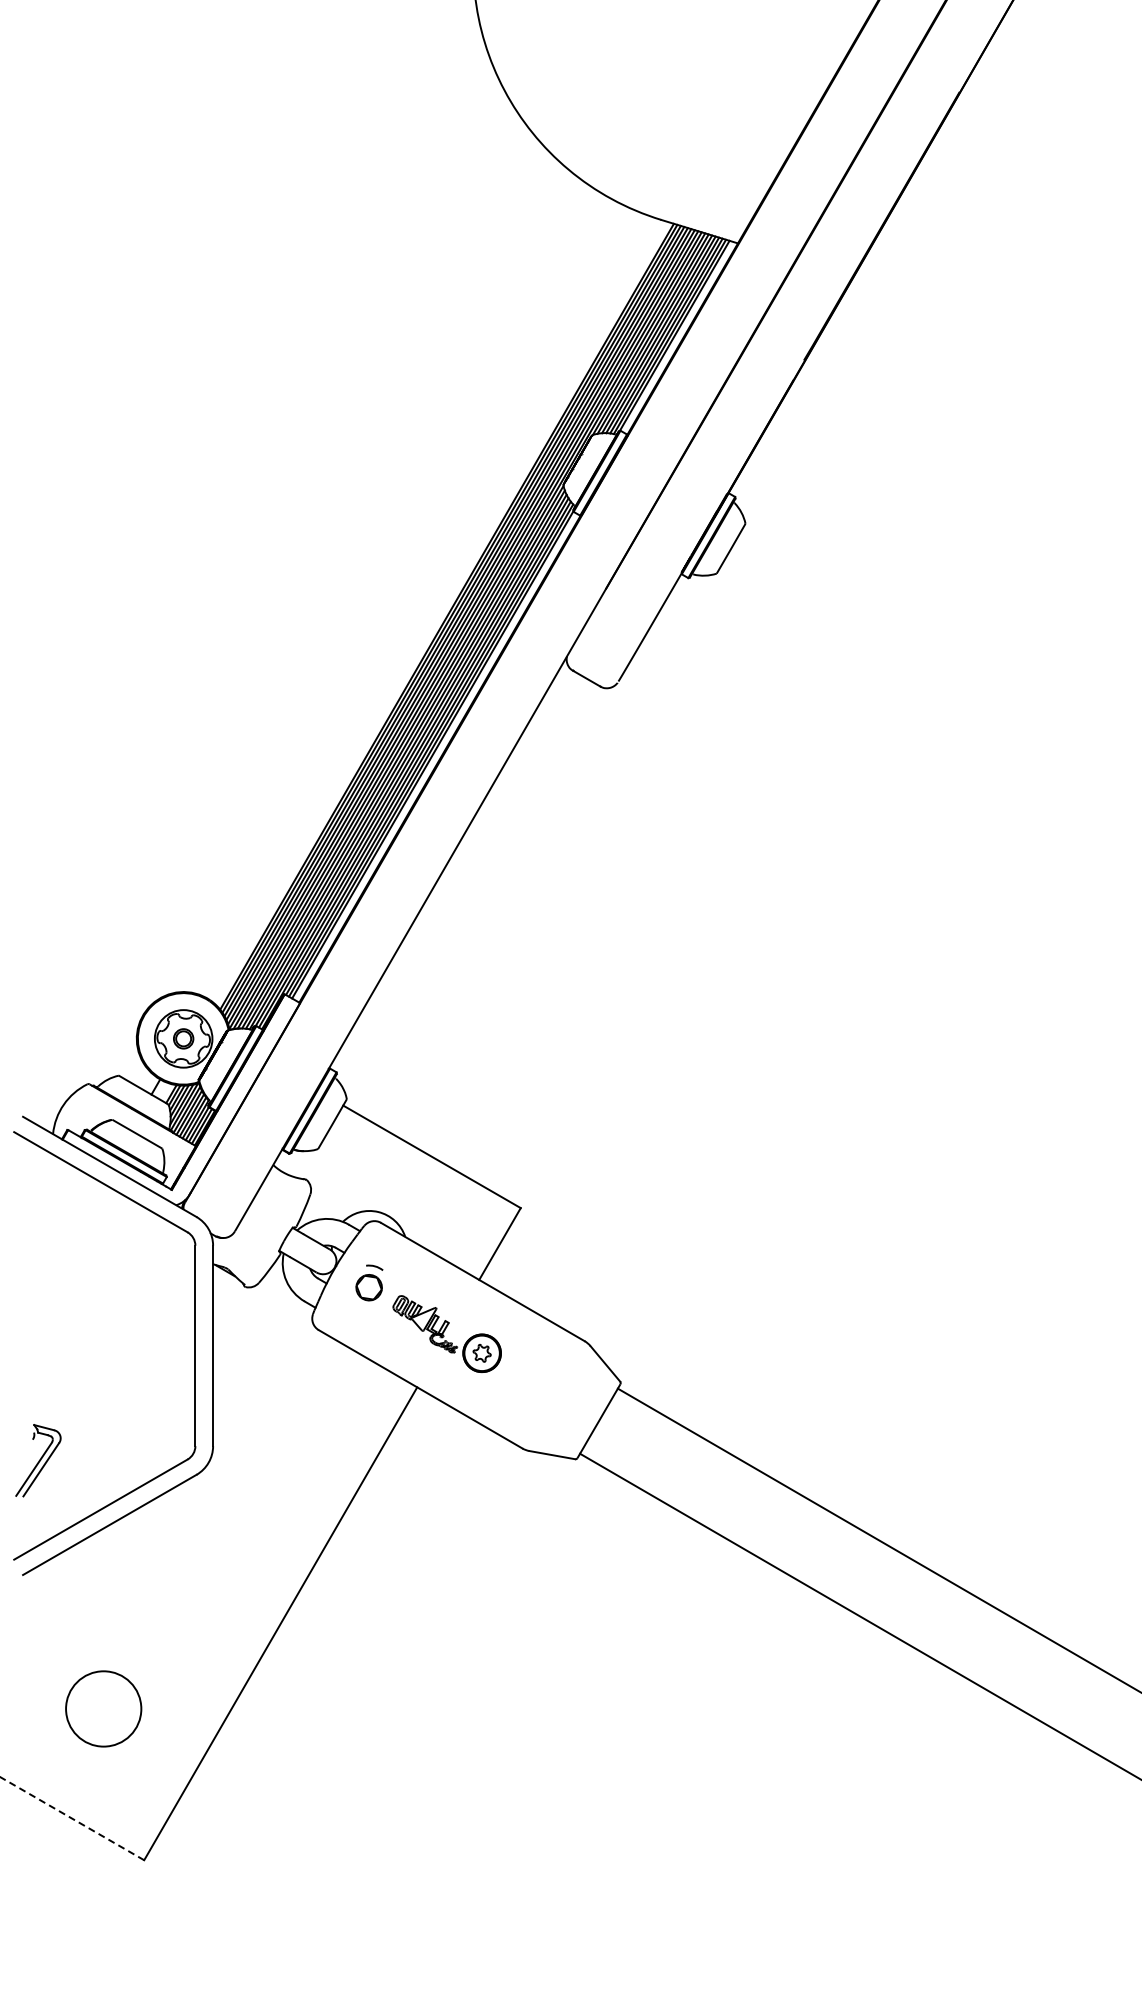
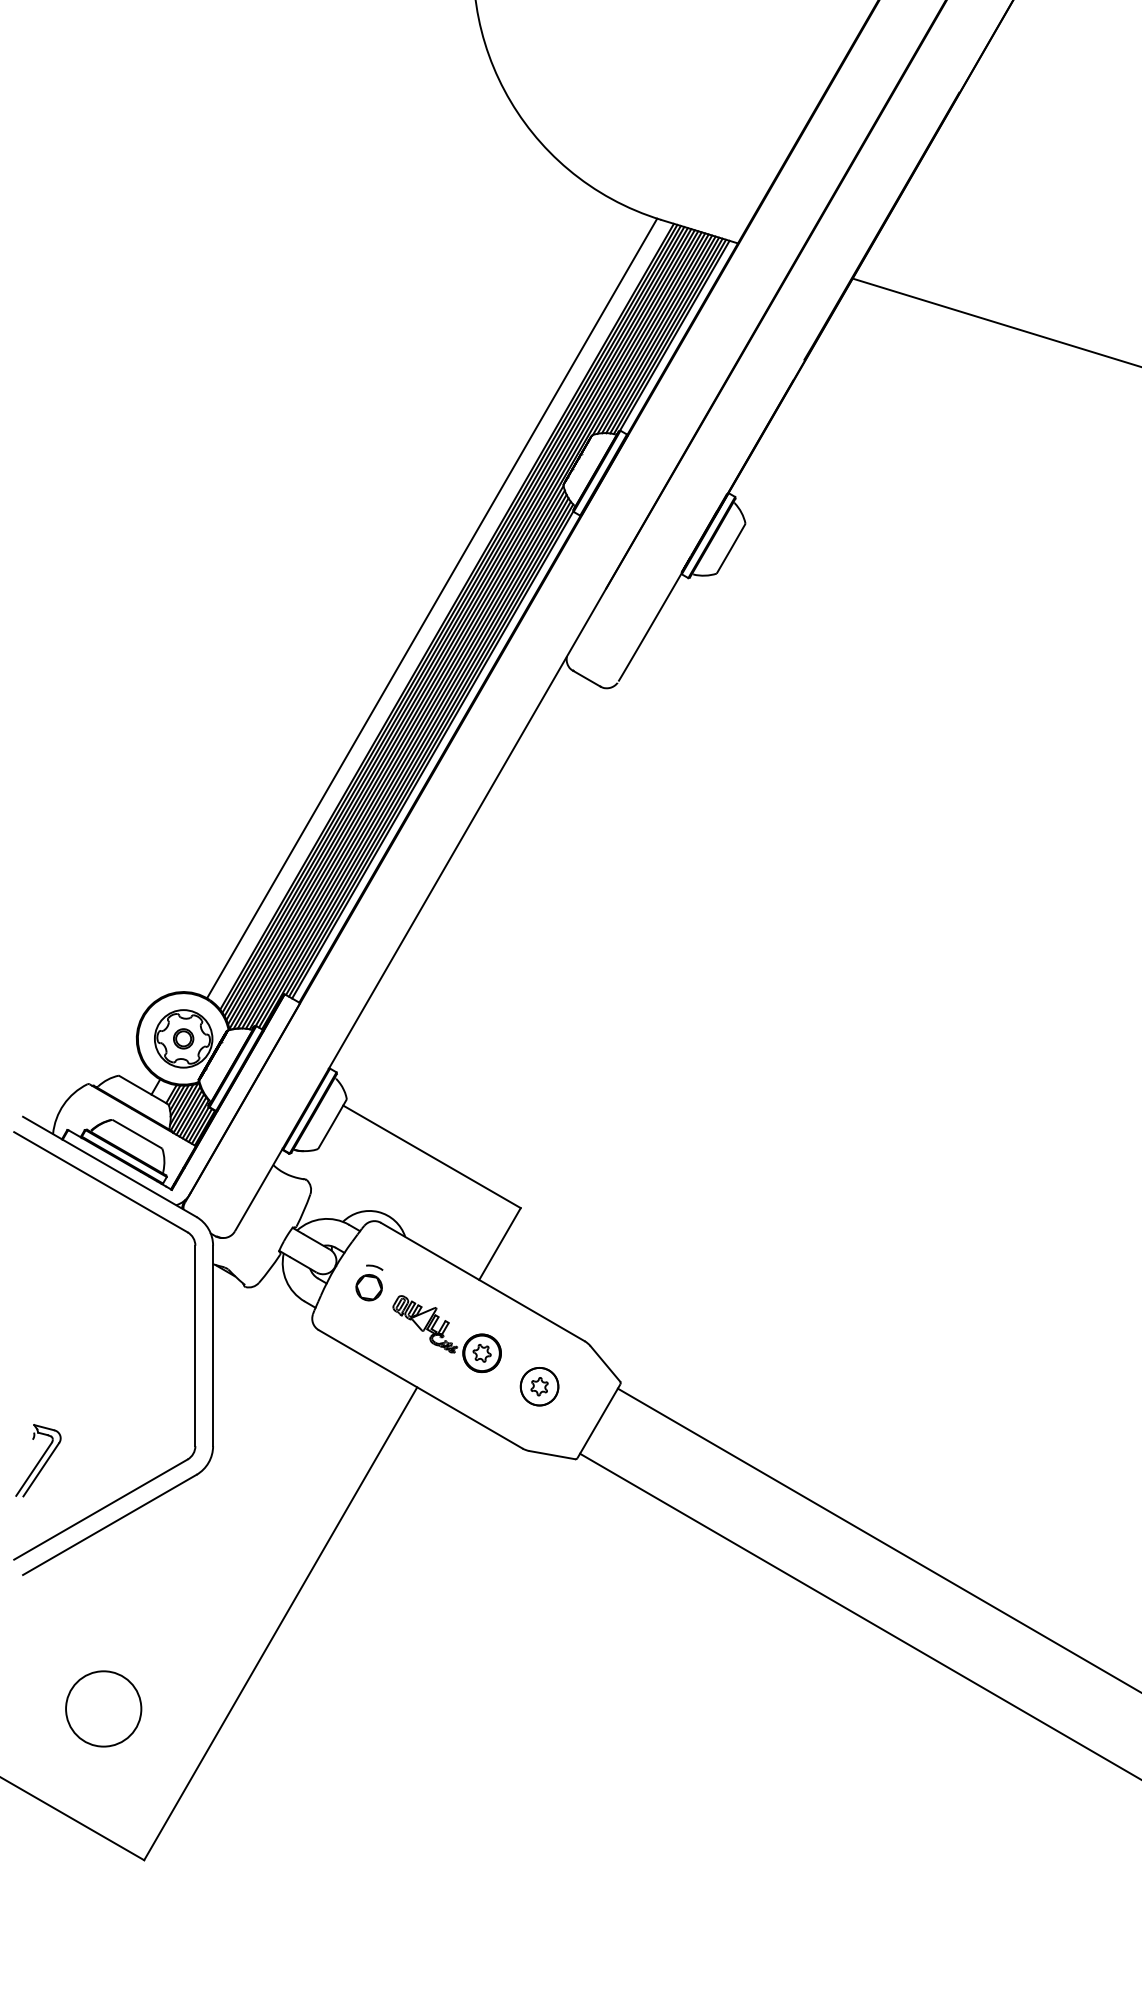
line at (995, 322): none -> present
line at (432, 608): none -> present
part at (539, 1386): none -> present
line at (72, 1818): dashed -> solid
